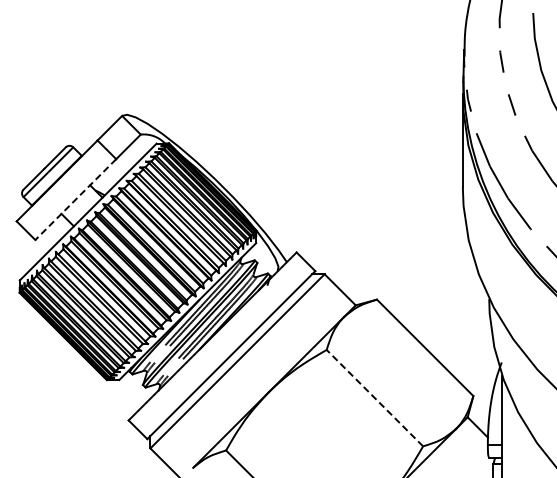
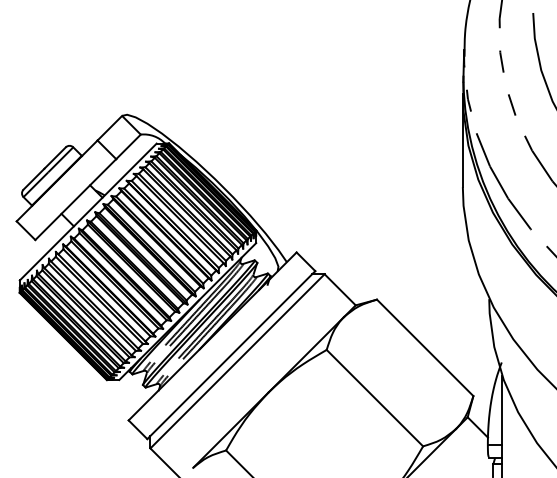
line at (75, 199): dashed -> solid
line at (374, 397): dashed -> solid
